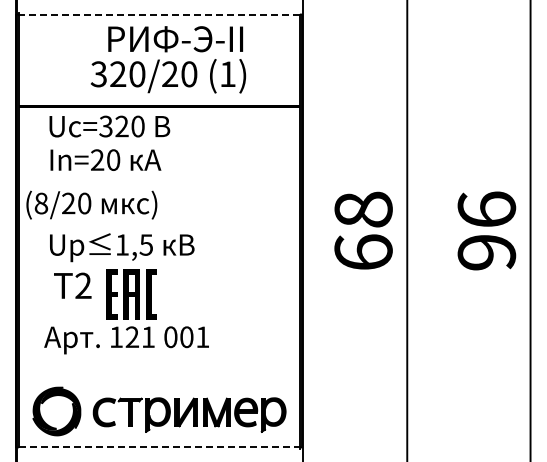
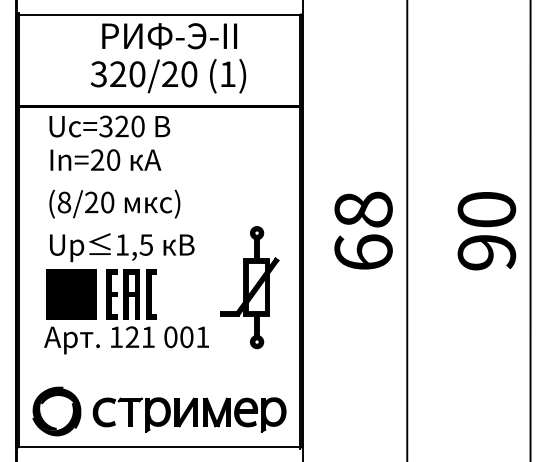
line at (159, 14): dashed -> solid
text at (175, 39) position: (175, 39) -> (169, 36)
text at (91, 204) position: (91, 204) -> (114, 203)
text at (486, 209): 96 -> 90
part at (249, 287): none -> present
fill at (71, 293): none -> present
line at (159, 447): dashed -> solid
